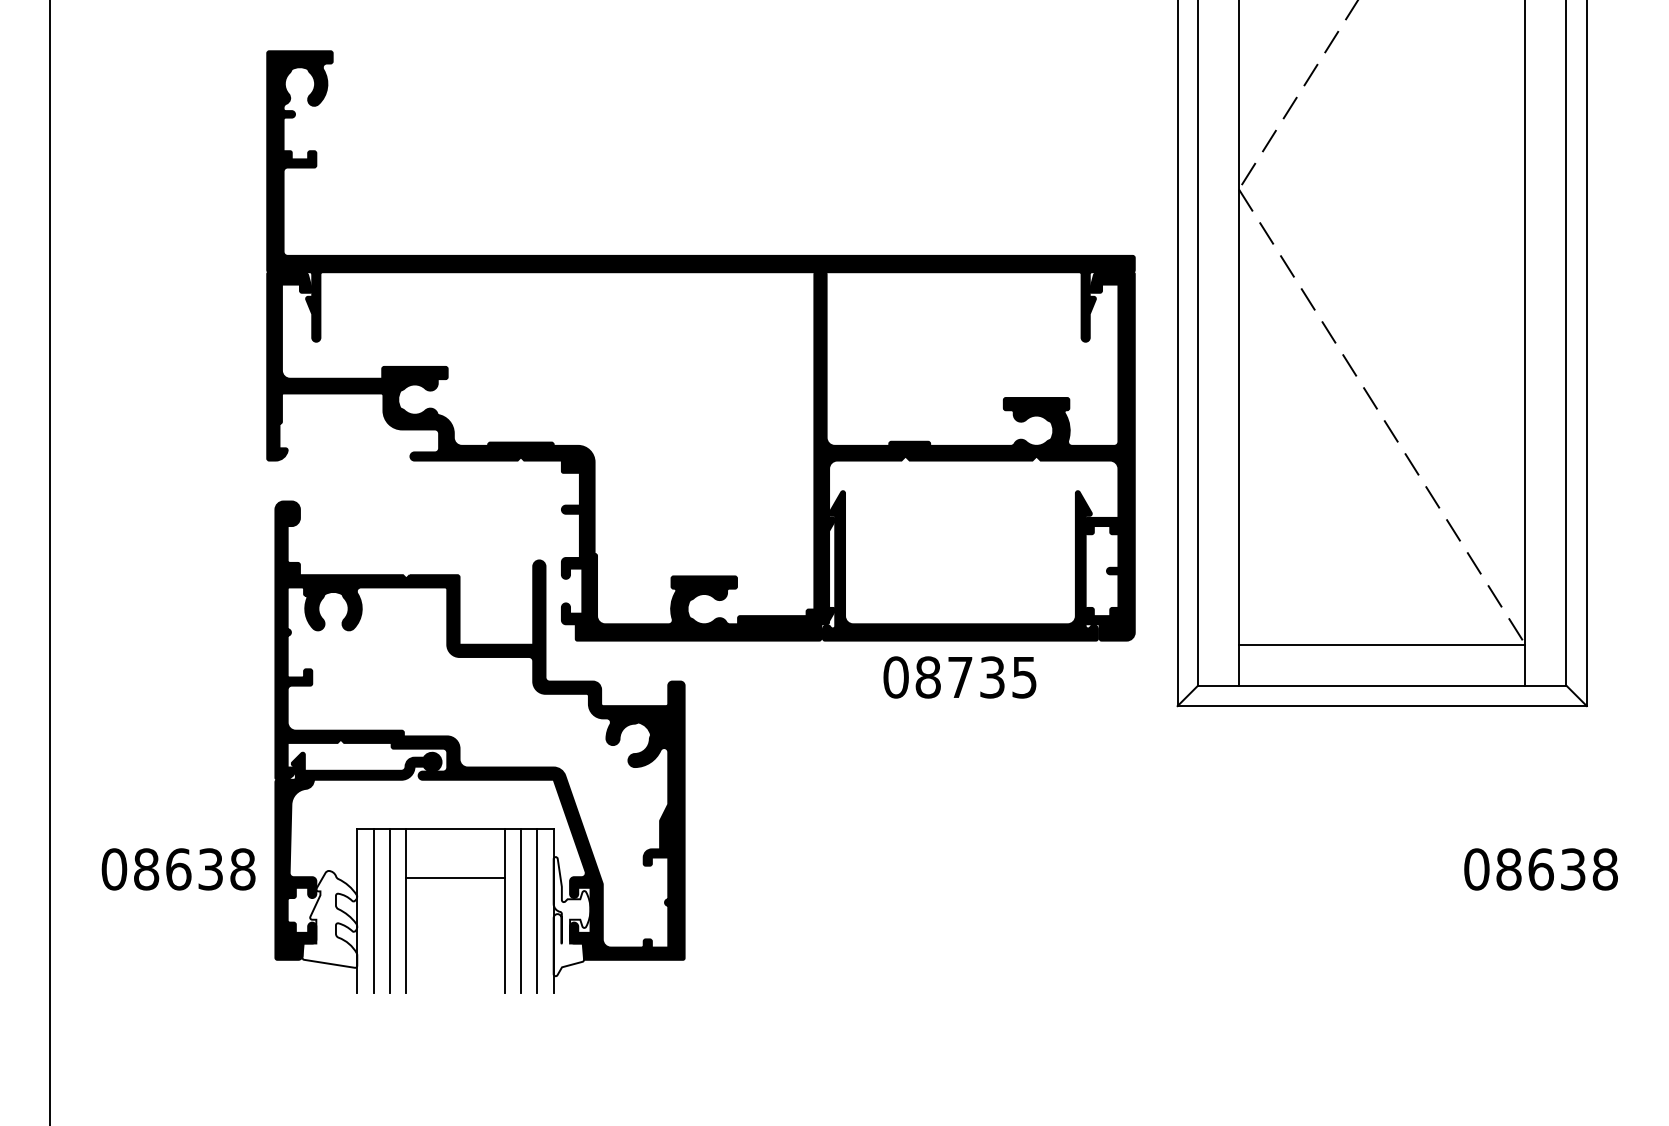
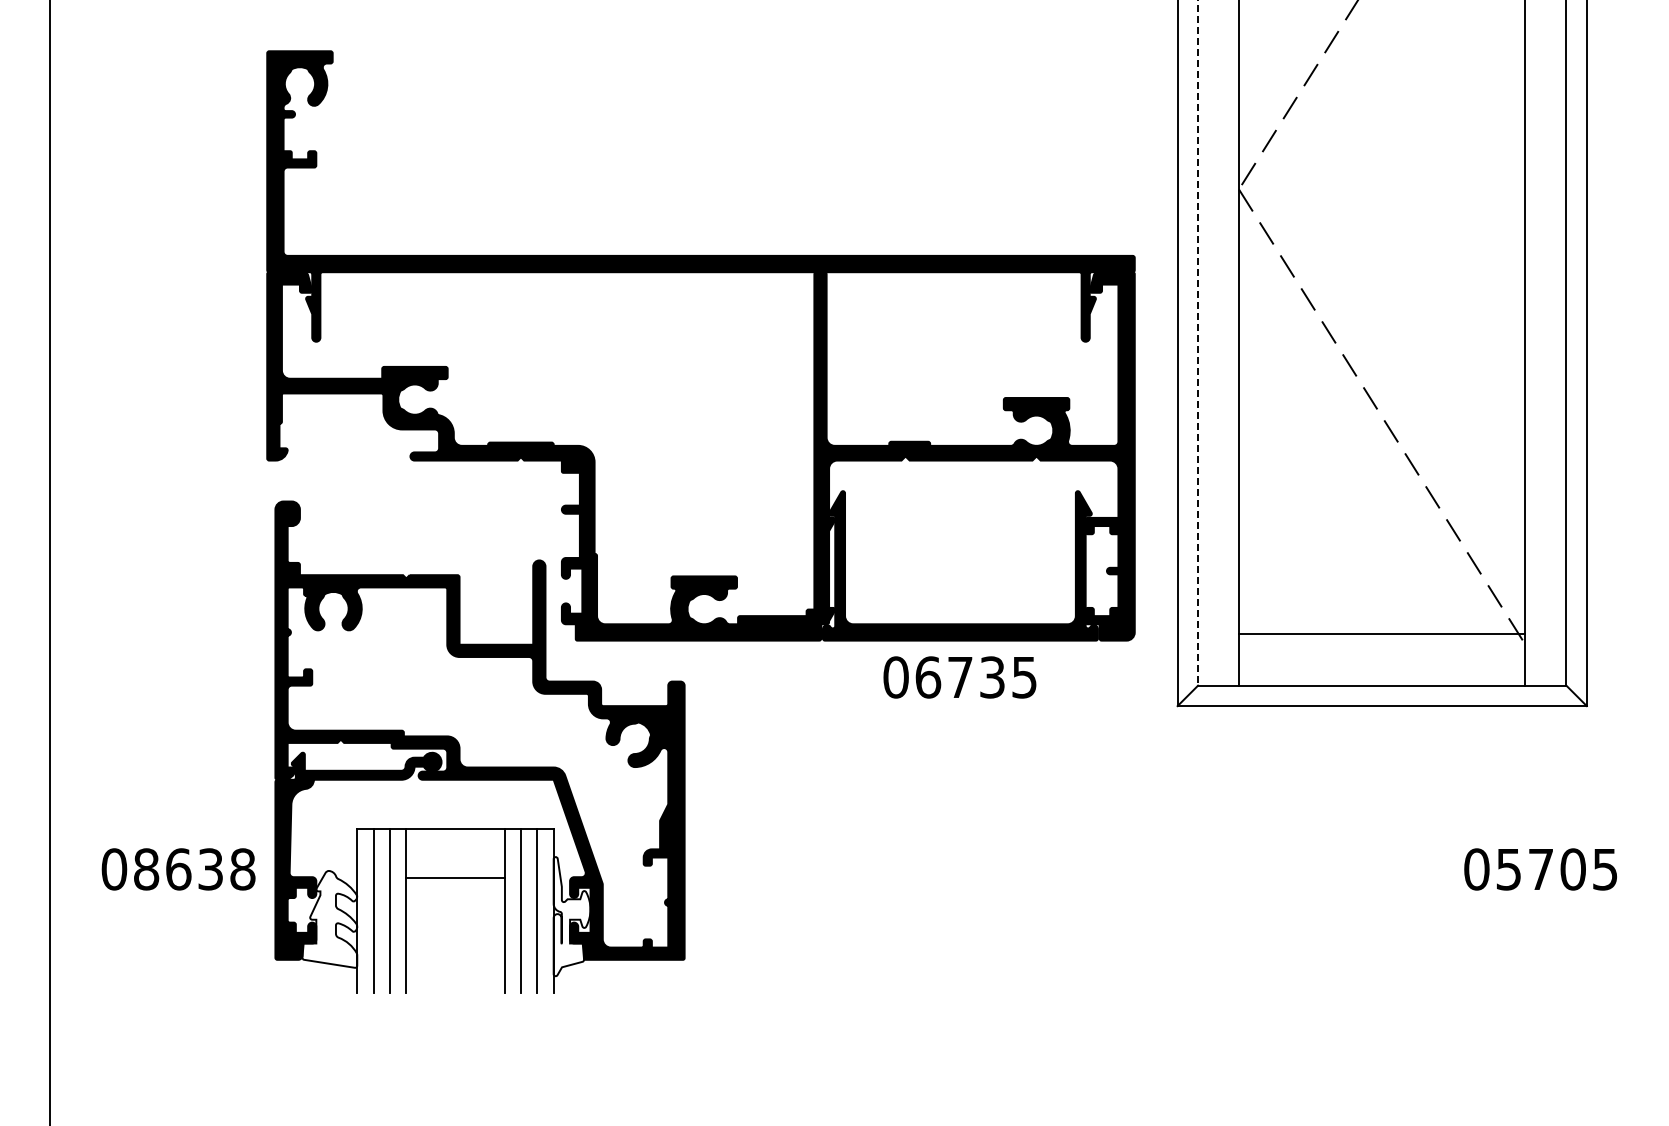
line at (1198, 343): solid -> dashed
line at (1382, 644) position: (1382, 644) -> (1382, 633)
text at (928, 677): 08735 -> 06735
text at (1556, 869): 08638 -> 05705
